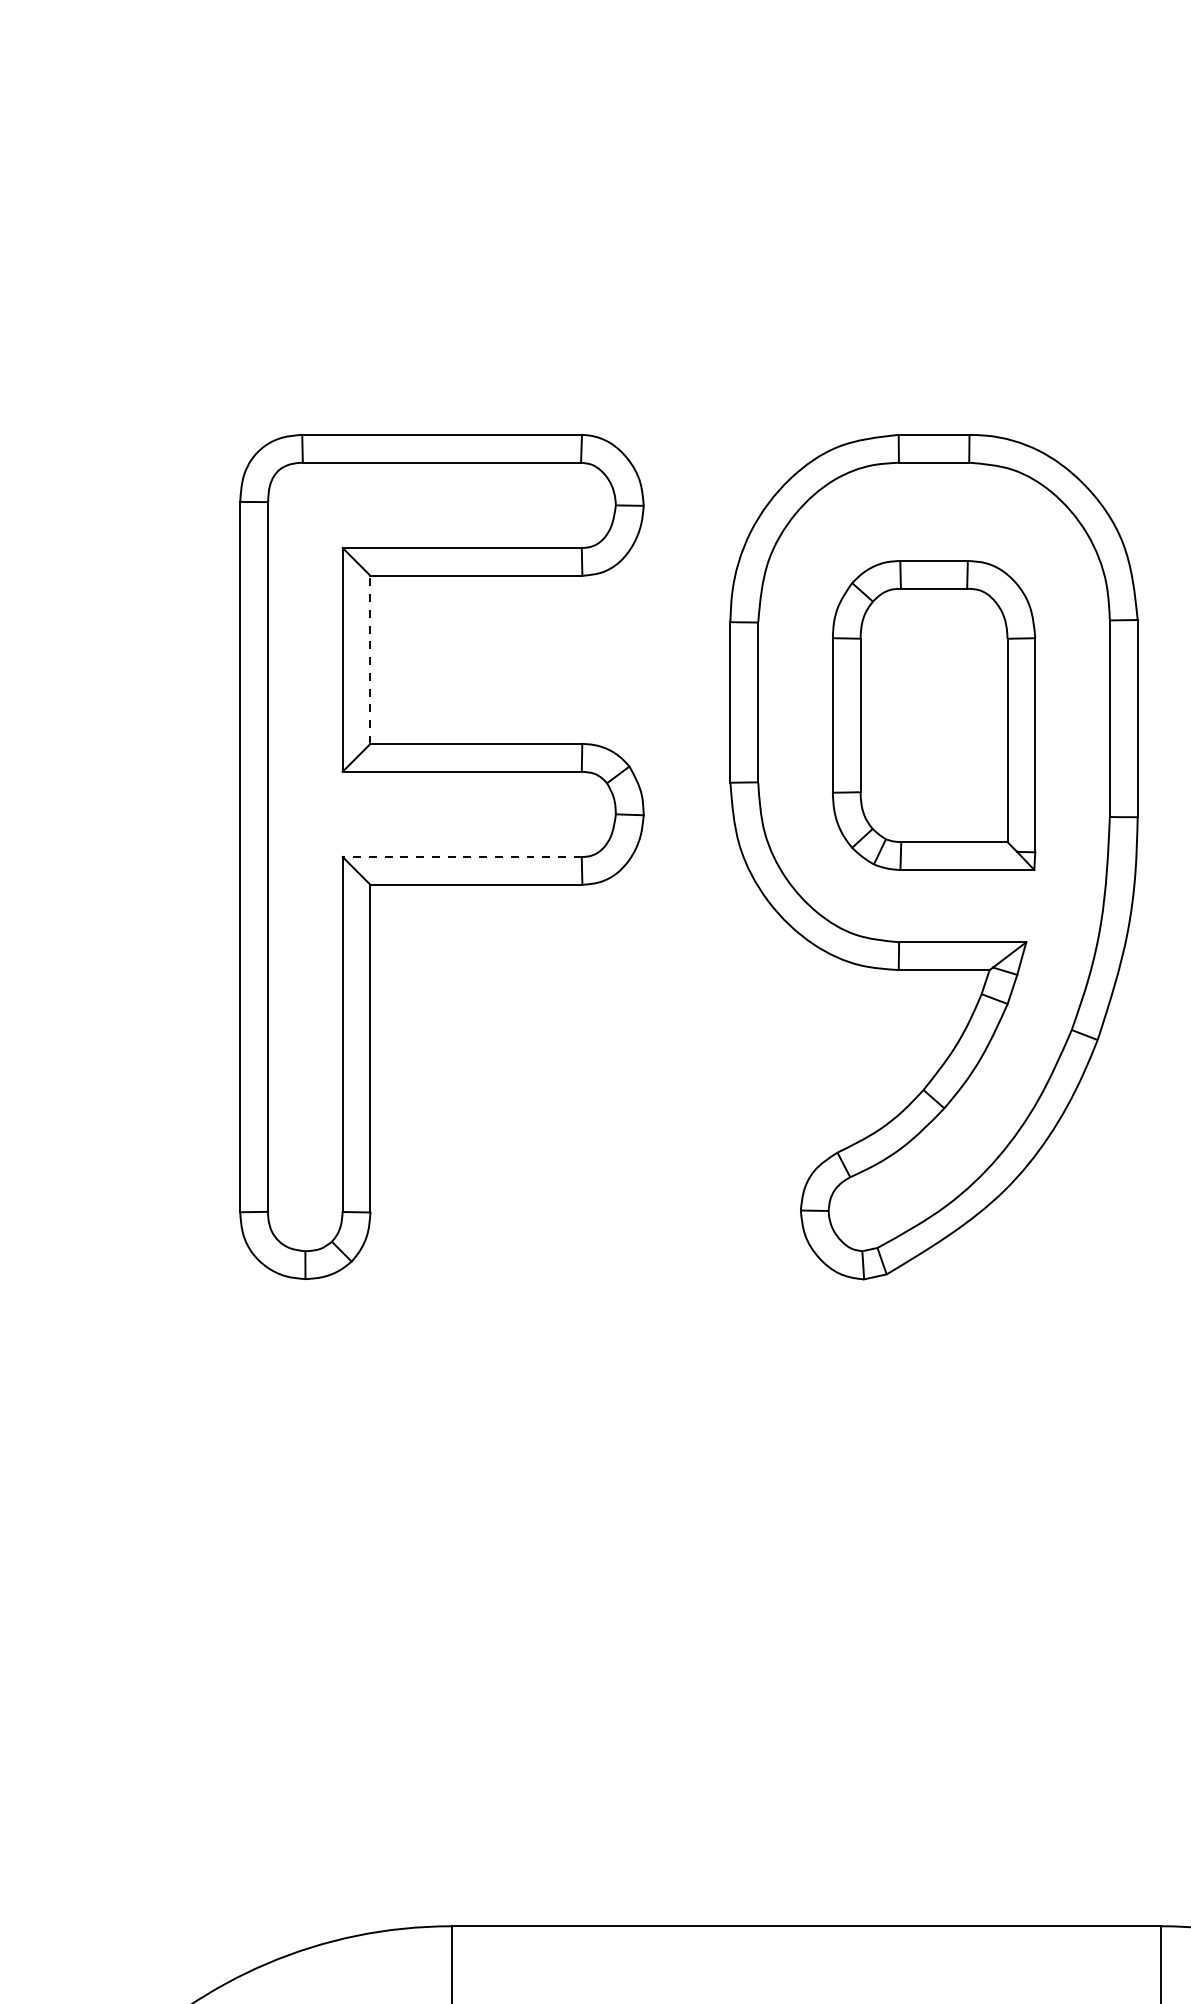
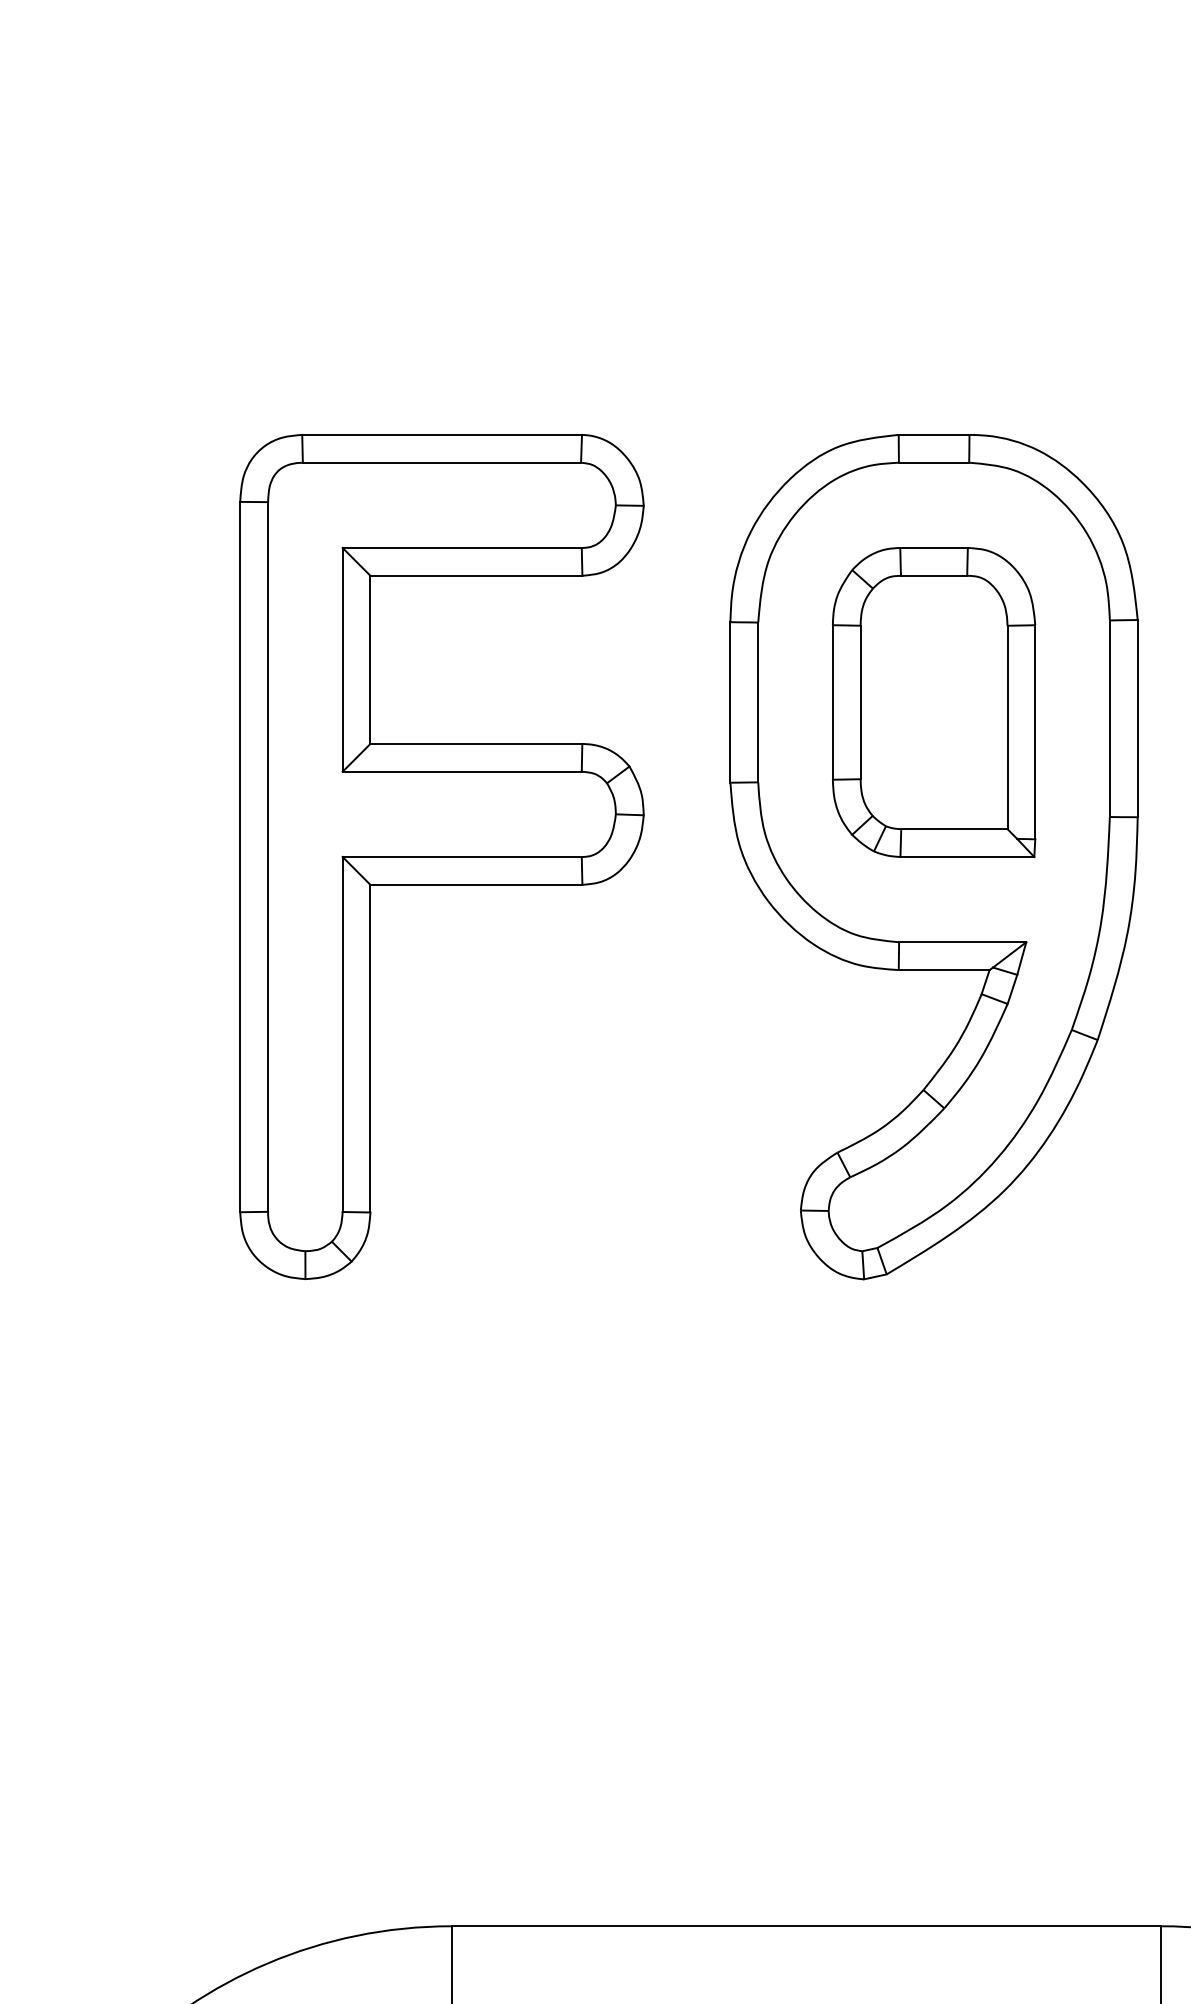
line at (370, 659): dashed -> solid
part at (934, 715) position: (934, 715) -> (934, 702)
line at (462, 857): dashed -> solid
